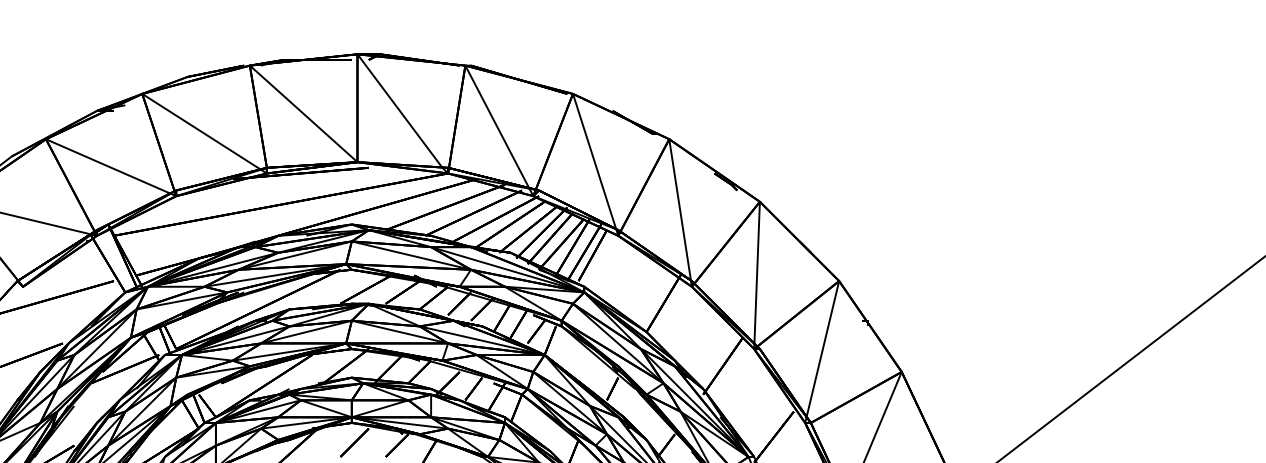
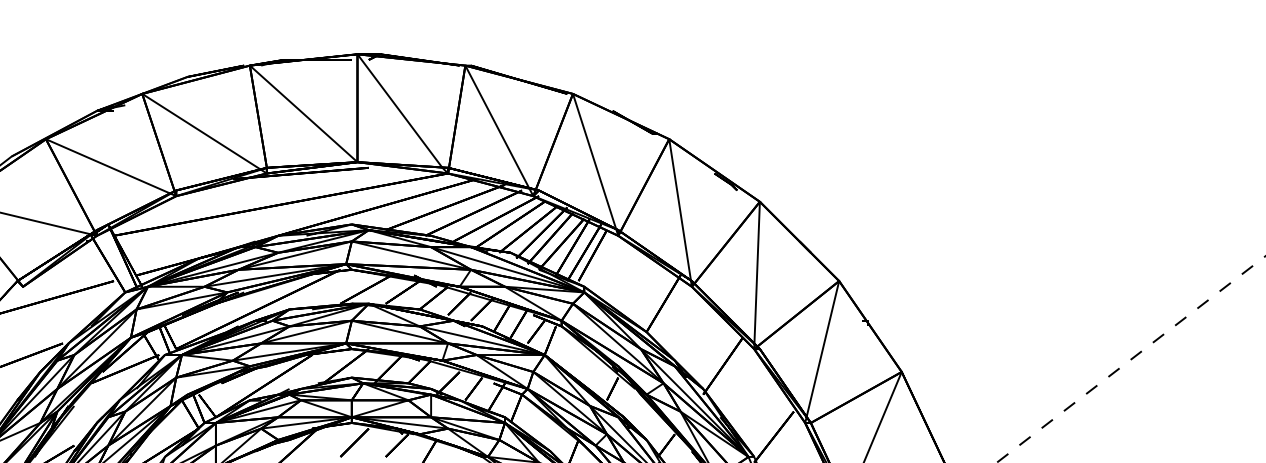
line at (1131, 358): solid -> dashed
